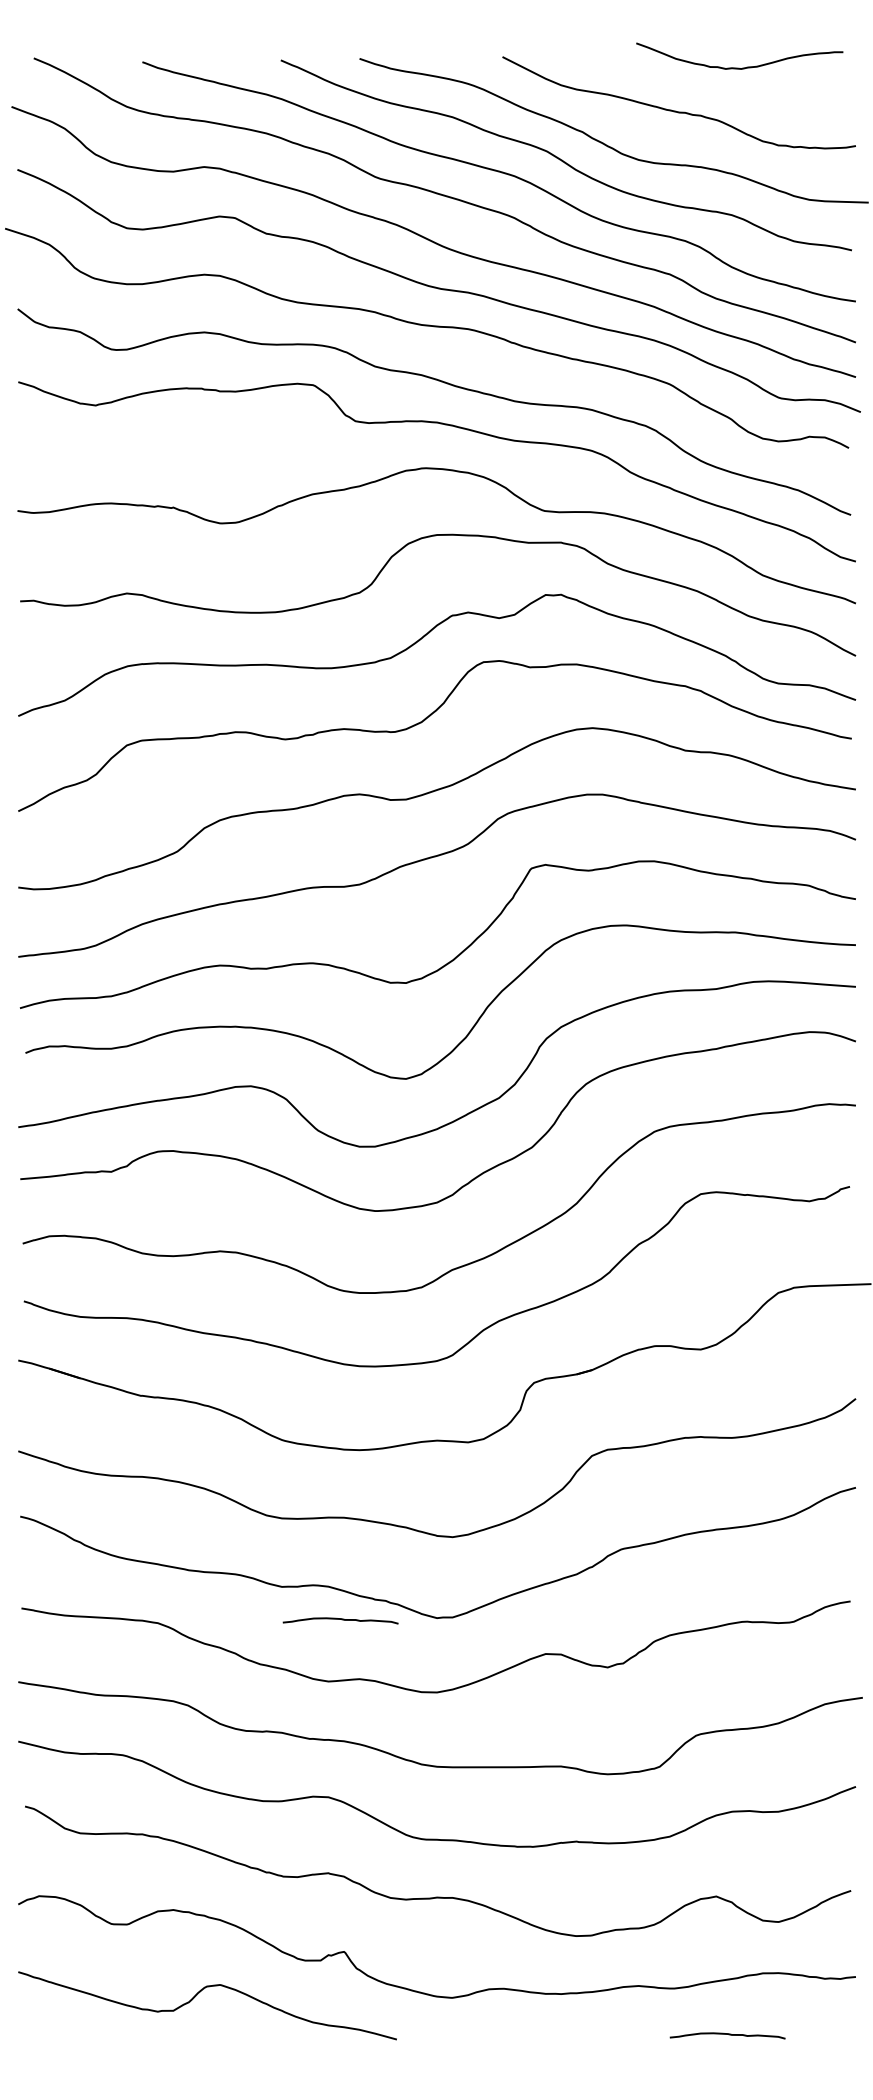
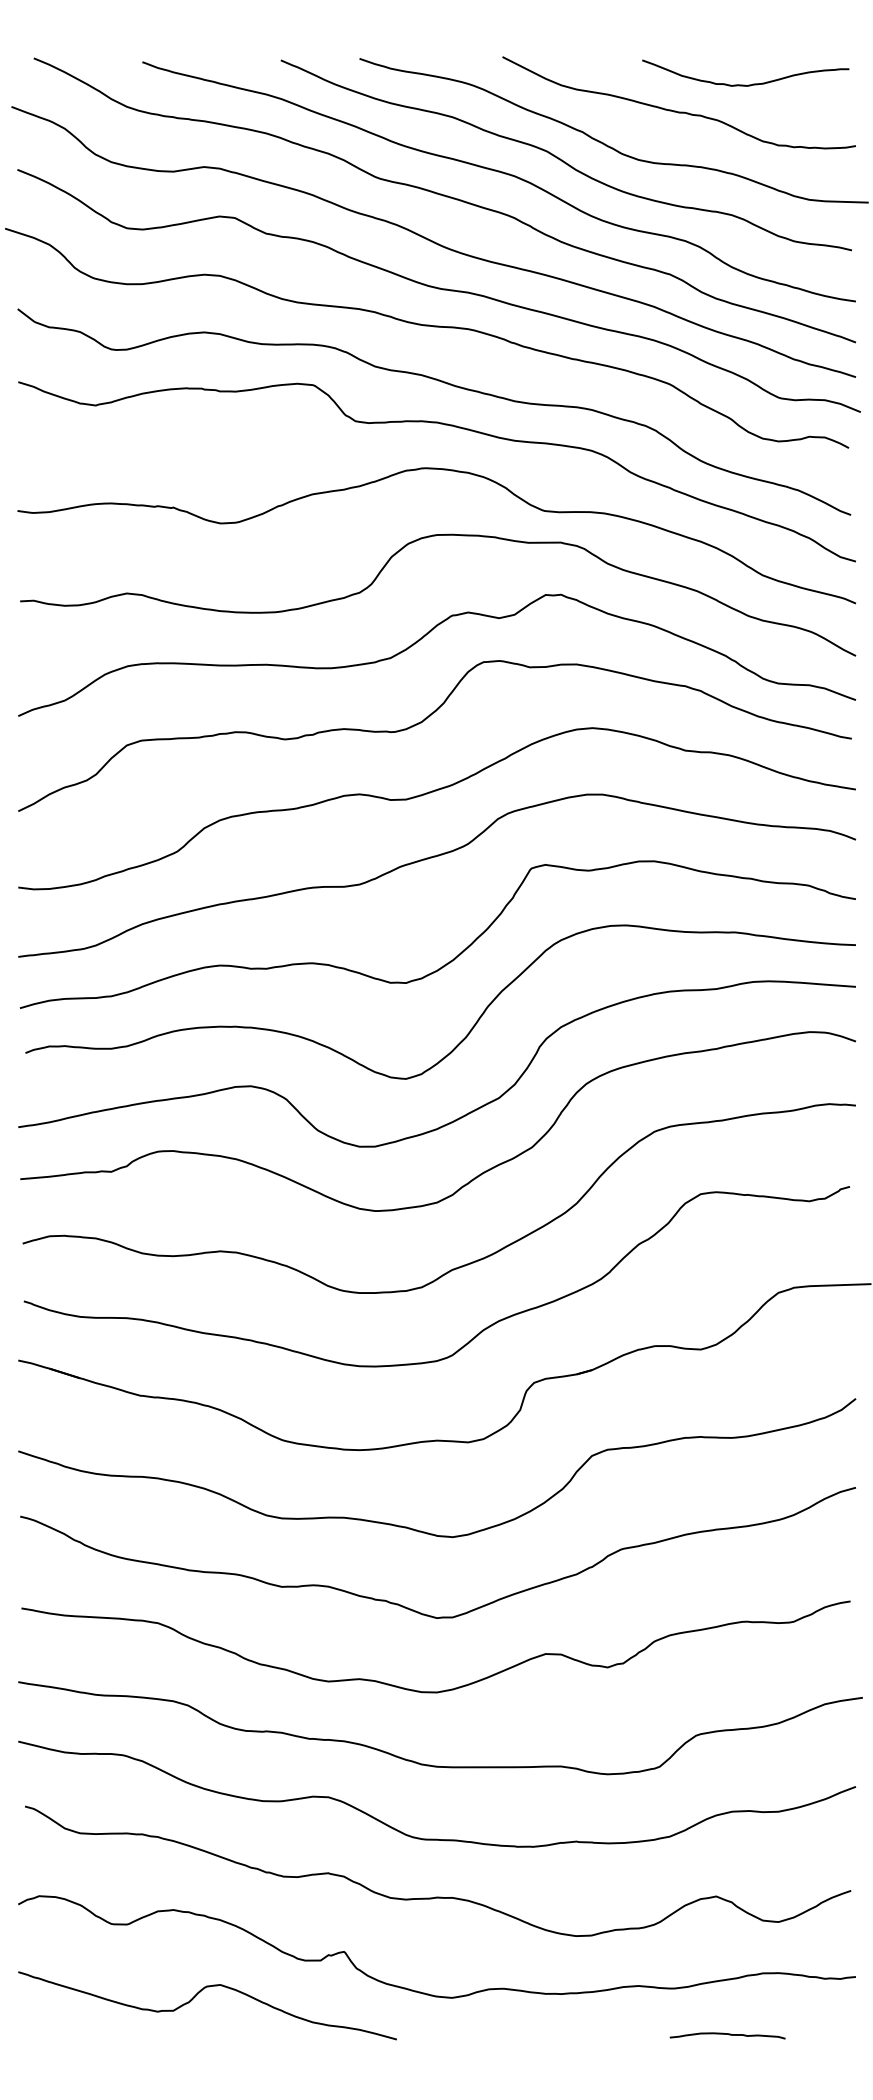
curve at (739, 67) position: (739, 67) -> (745, 84)
curve at (340, 1619): present -> none
